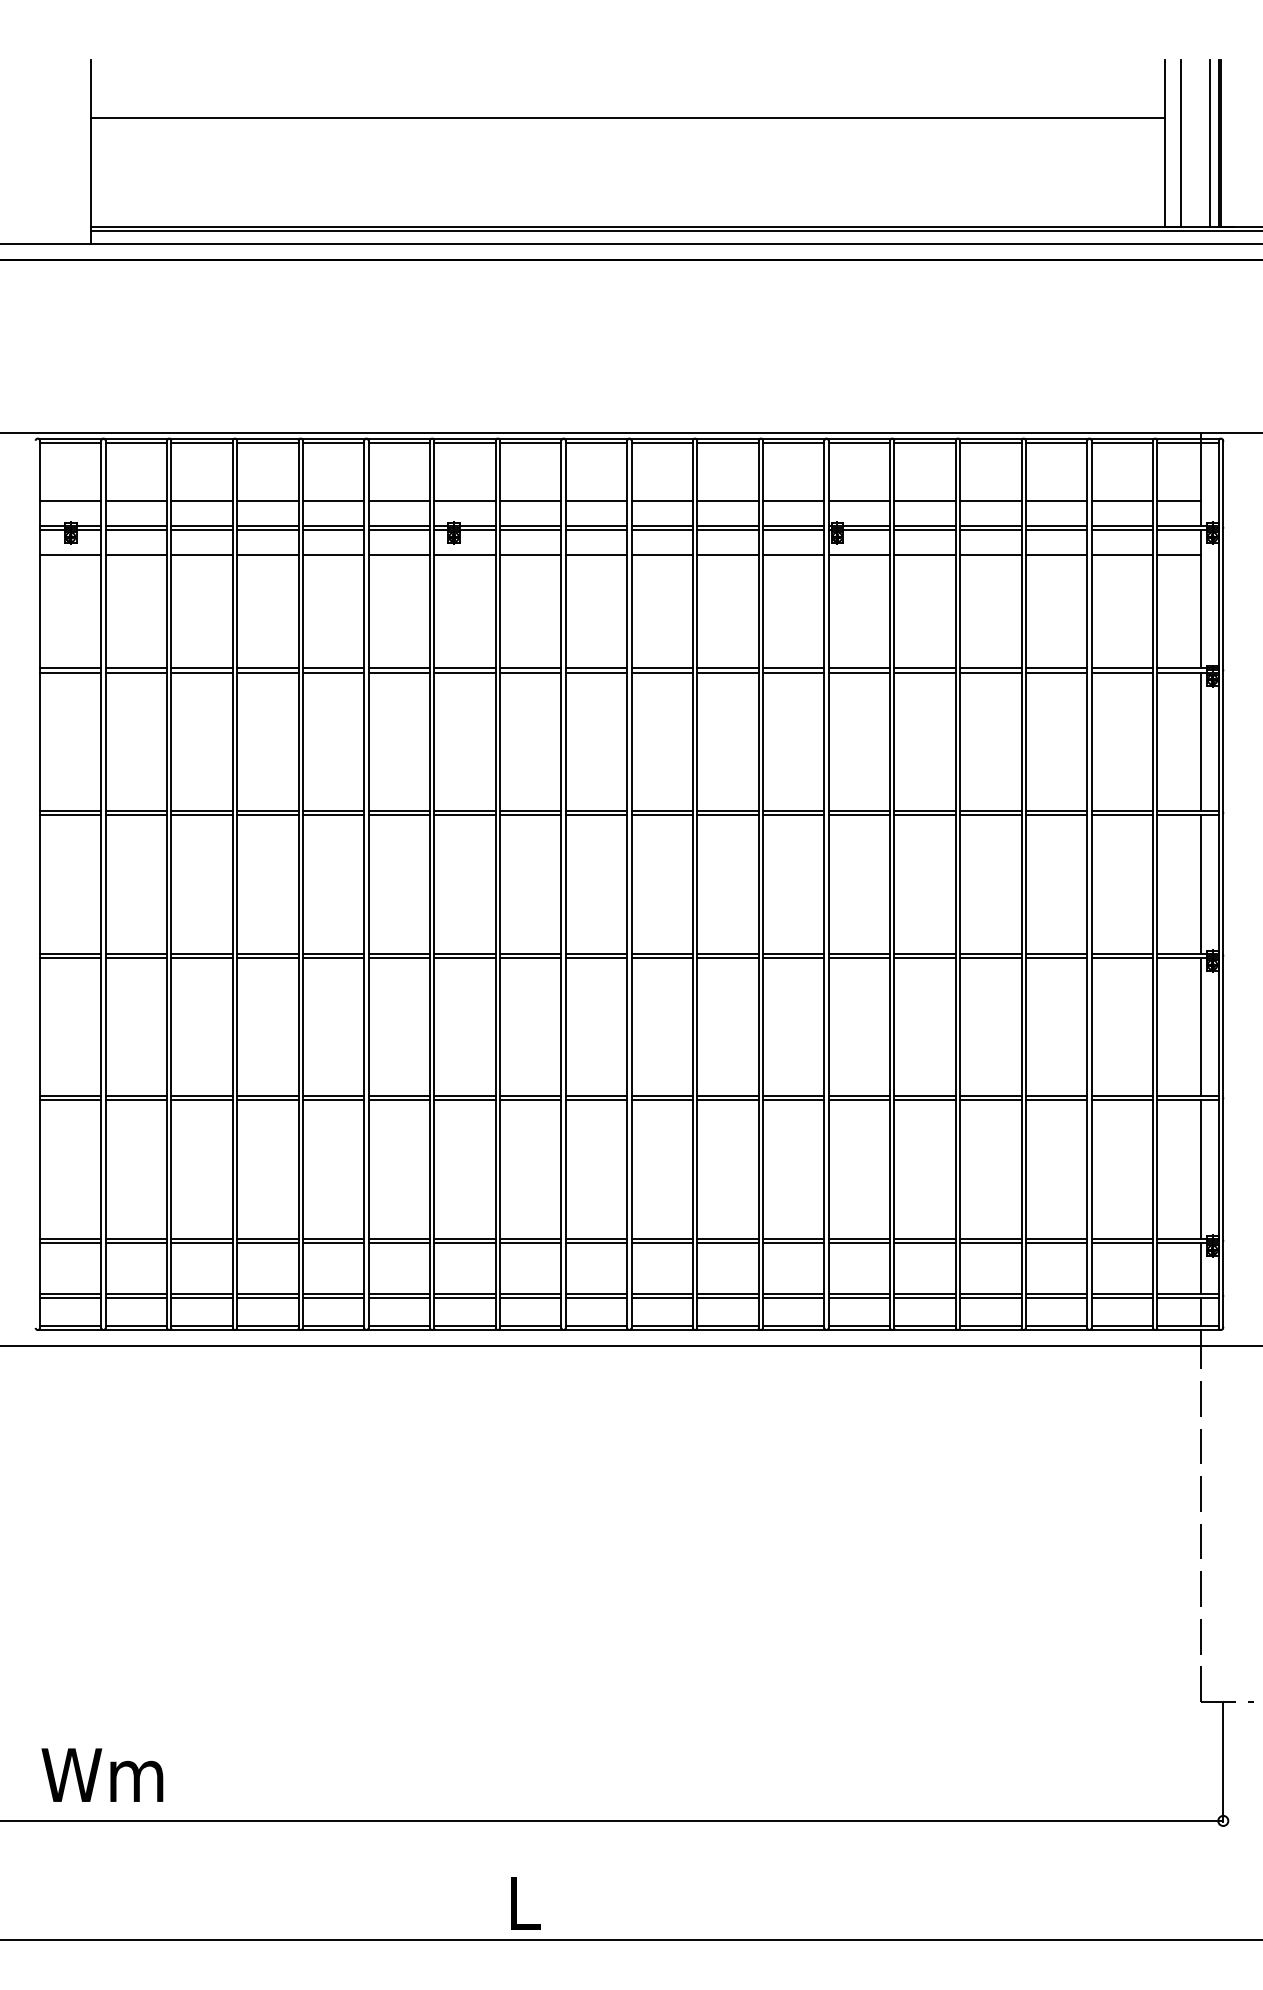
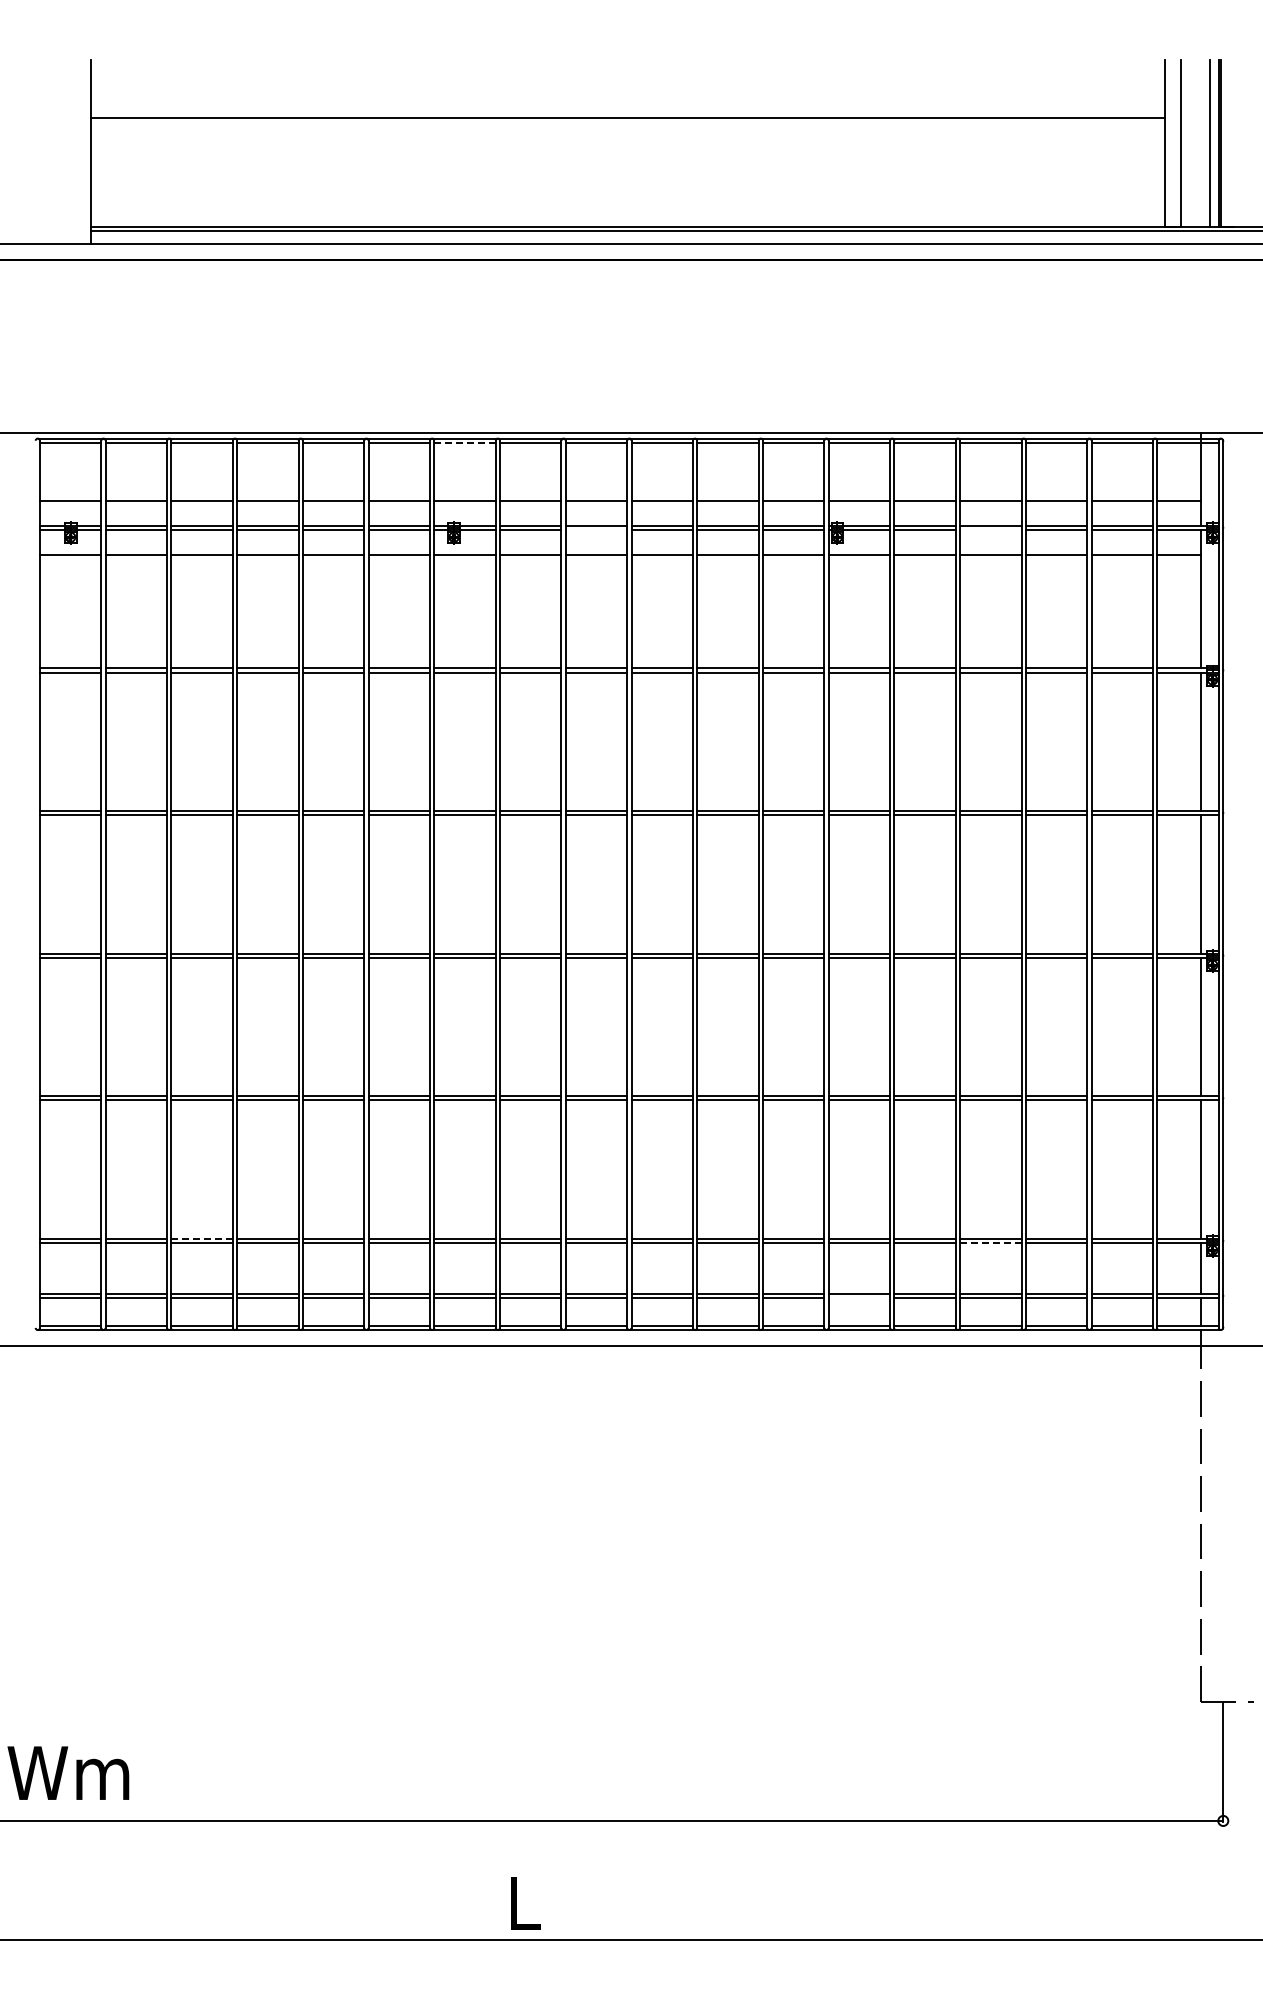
line at (465, 443): solid -> dashed
line at (596, 529): present -> none
line at (990, 529): present -> none
line at (202, 1238): solid -> dashed
line at (990, 1243): solid -> dashed
line at (859, 1298): present -> none
text at (102, 1774) position: (102, 1774) -> (68, 1772)
